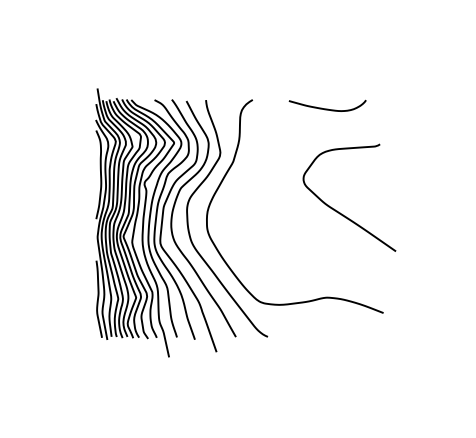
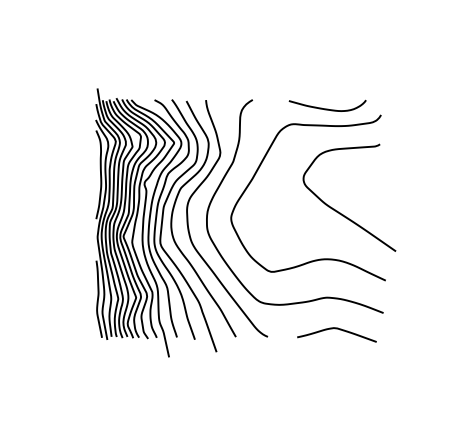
curve at (257, 172): none -> present
curve at (336, 329): none -> present
